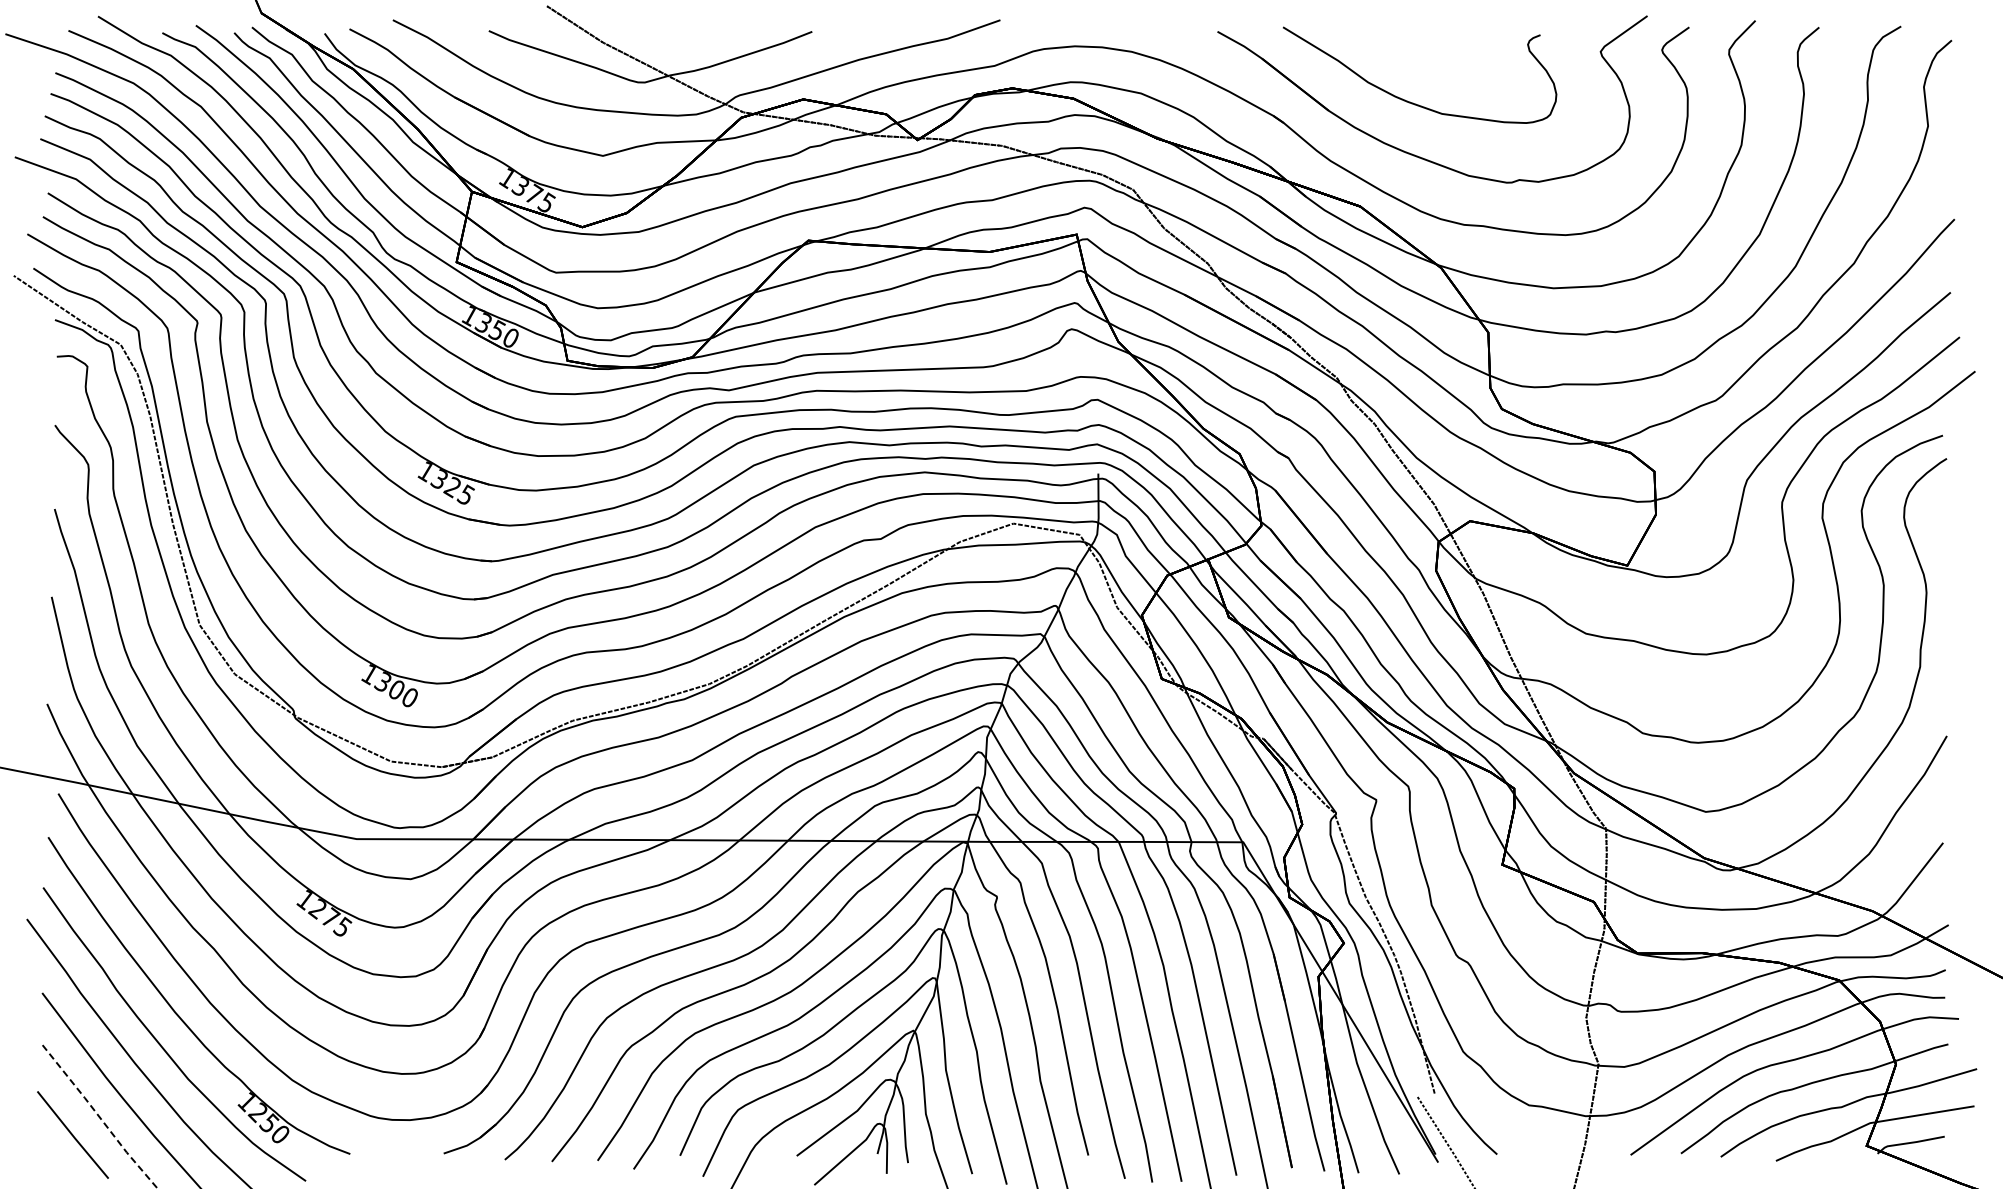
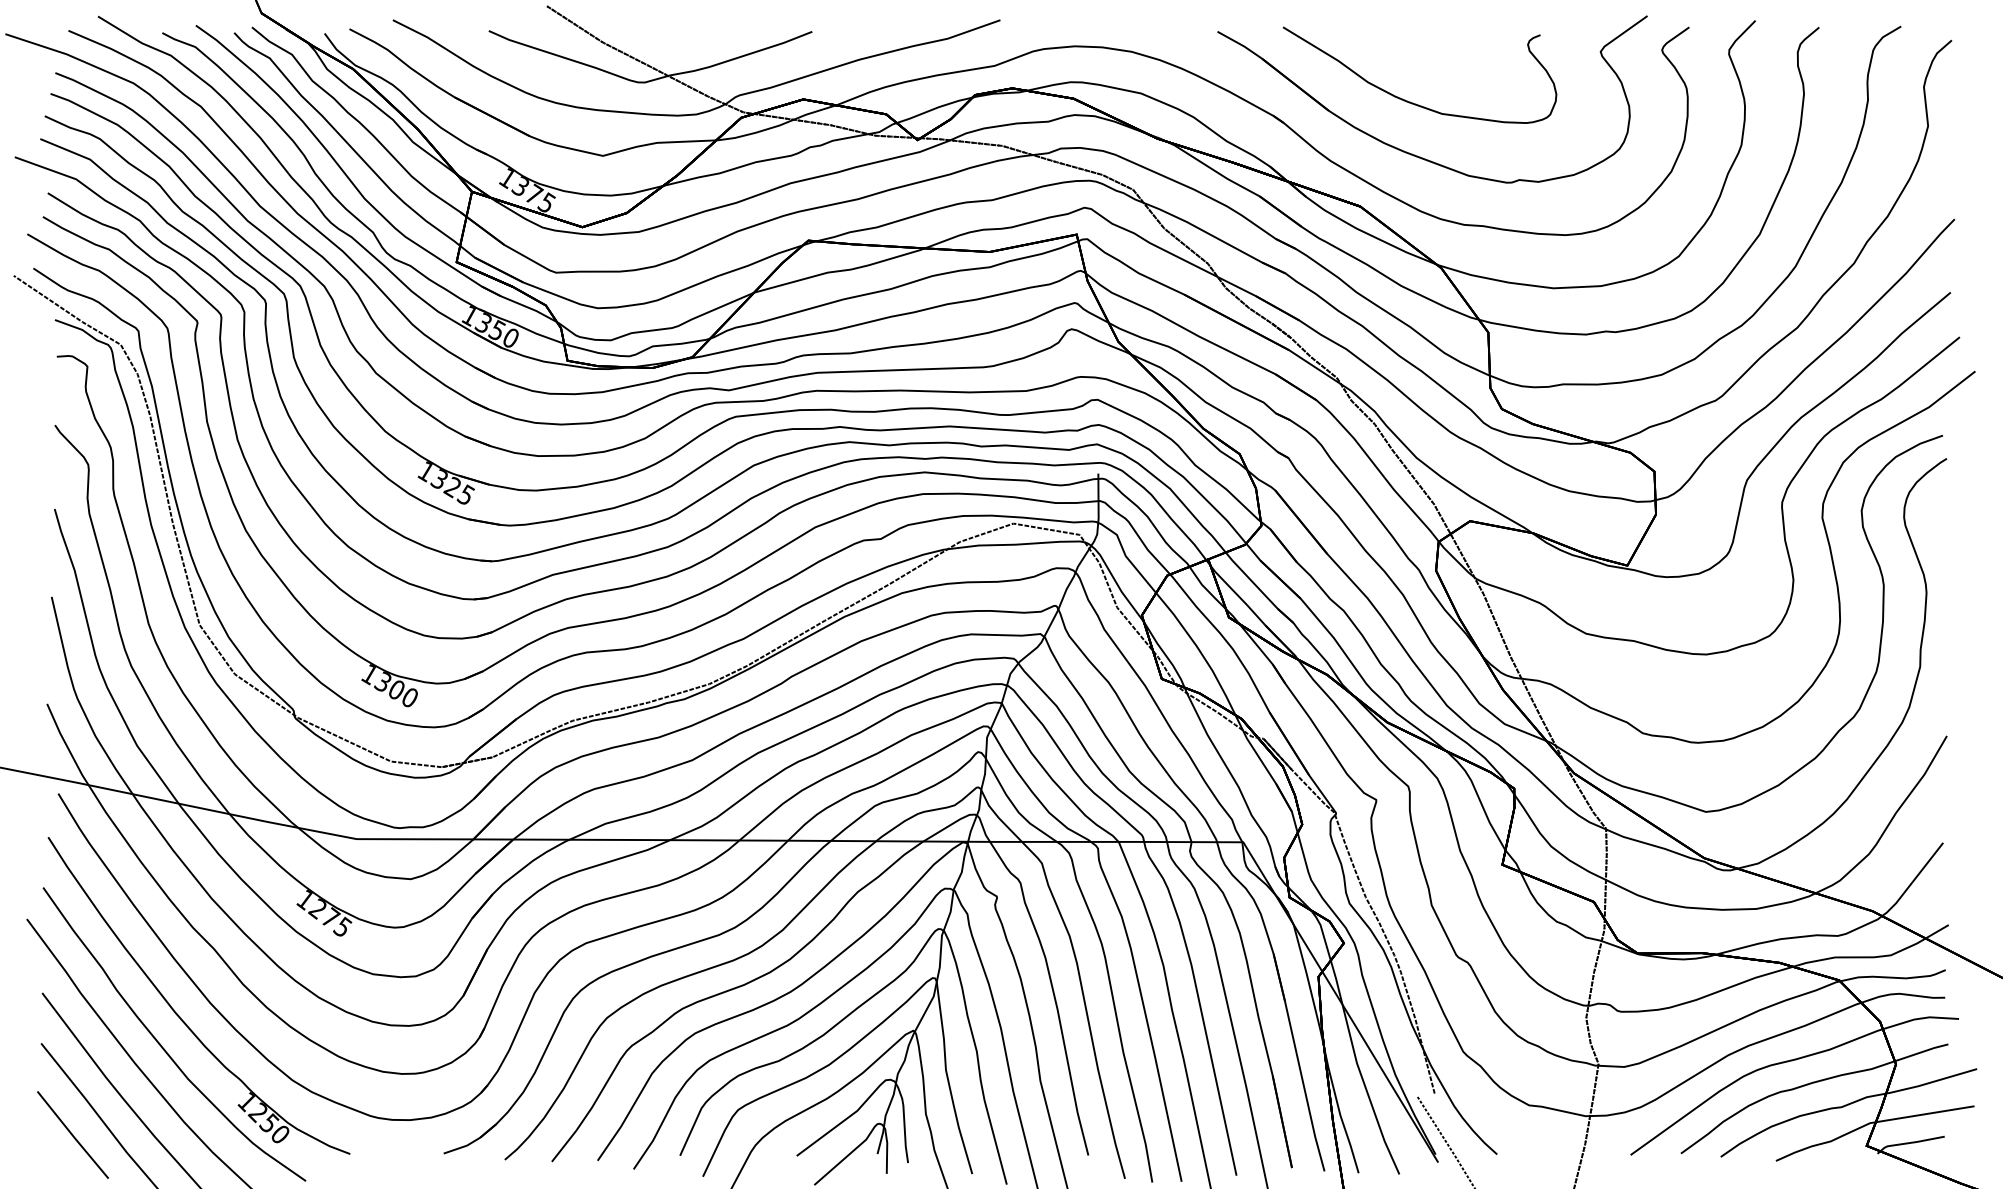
line at (98, 1116): dashed -> solid
